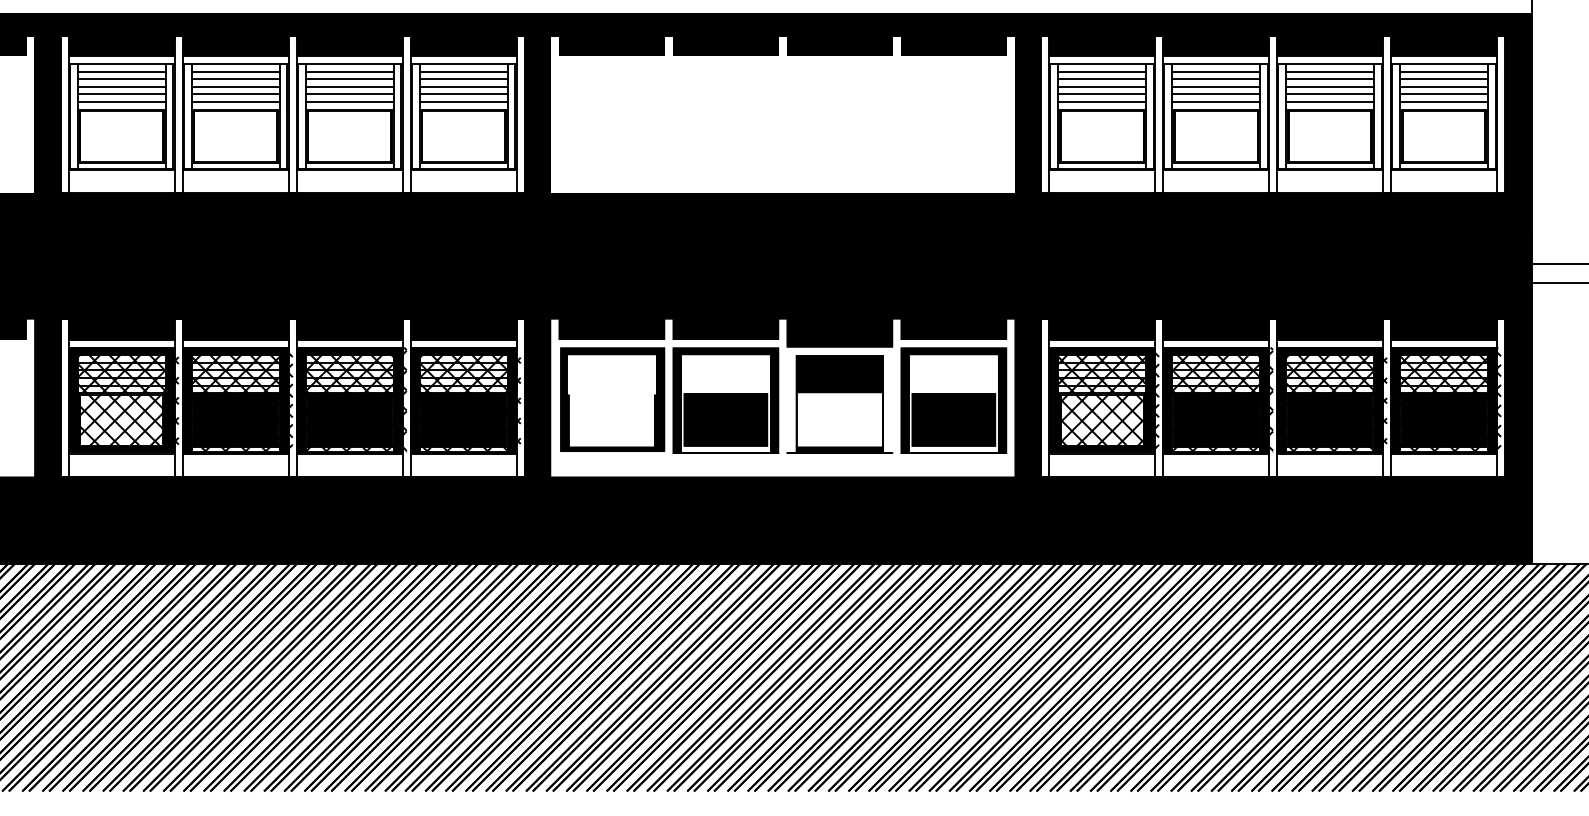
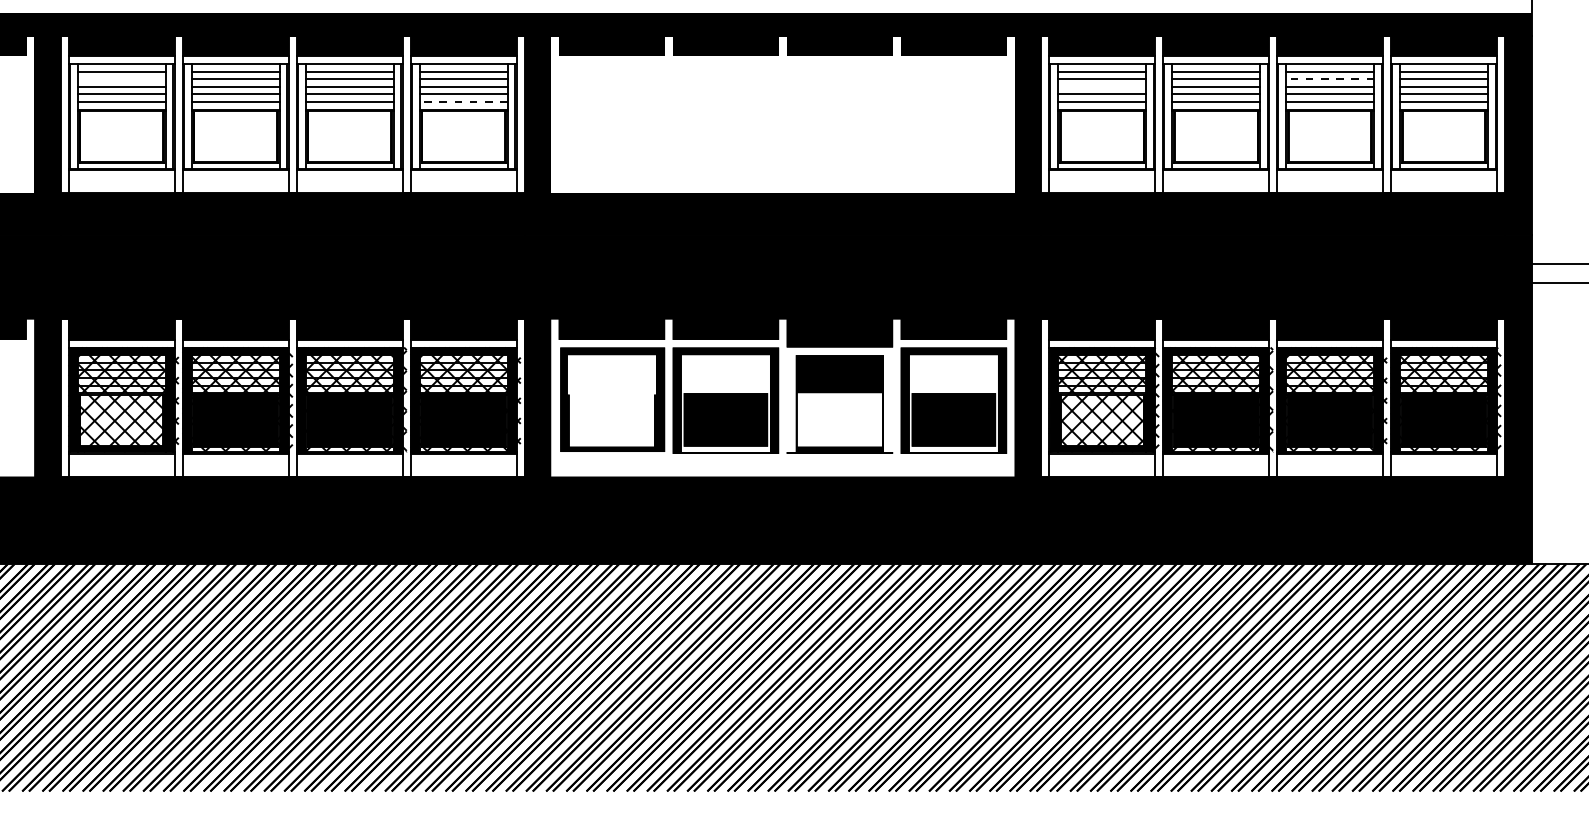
line at (121, 79): present -> none
line at (1329, 79): solid -> dashed
line at (1102, 86): present -> none
line at (463, 102): solid -> dashed
